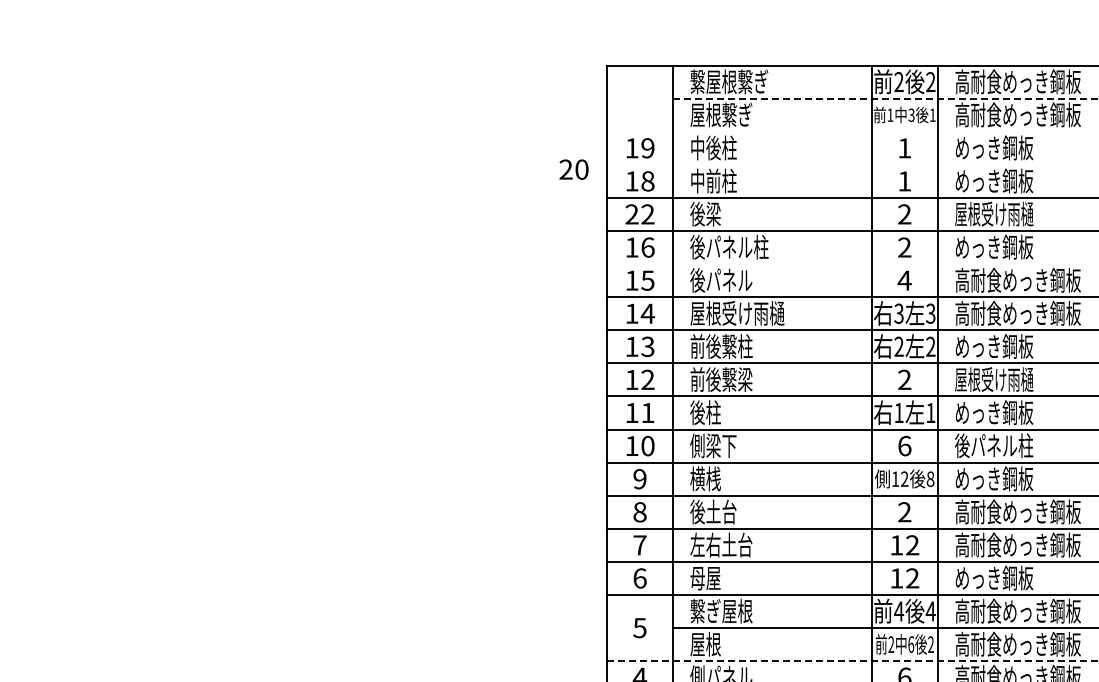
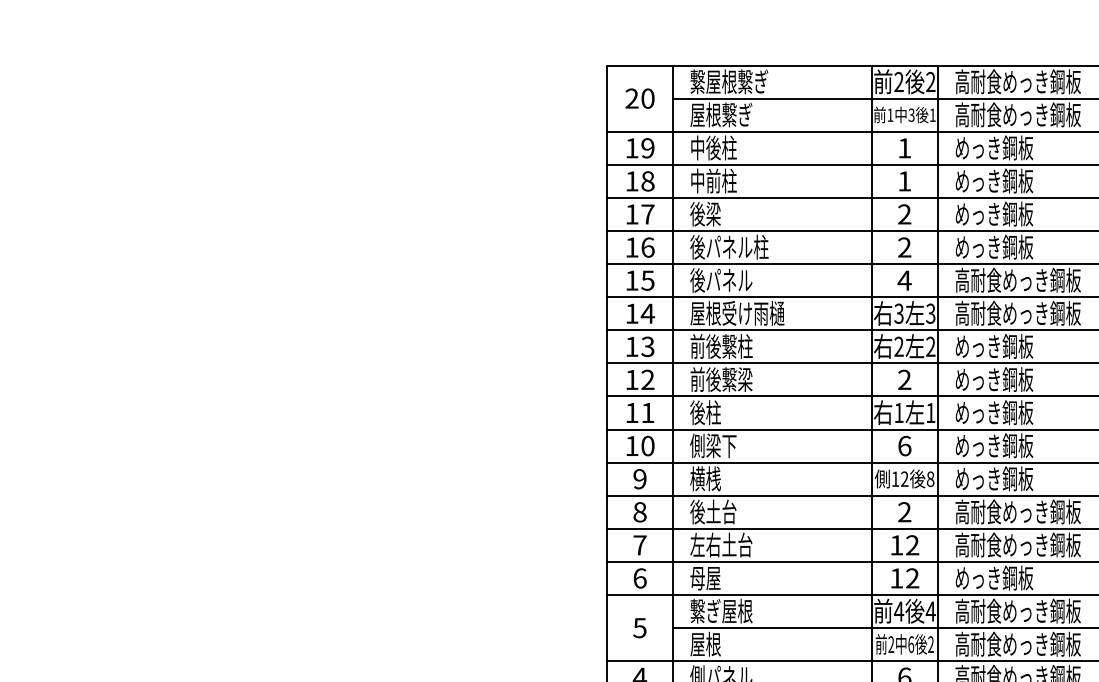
line at (886, 98): dashed -> solid
line at (851, 131): none -> present
line at (851, 164): none -> present
text at (573, 169) position: (573, 169) -> (639, 98)
text at (994, 213): 屋根受け雨樋 -> めっき鋼板
text at (639, 214): 22 -> 17
line at (851, 264): none -> present
text at (994, 379): 屋根受け雨樋 -> めっき鋼板
text at (994, 445): 後パネル柱 -> めっき鋼板
line at (852, 661): dashed -> solid
